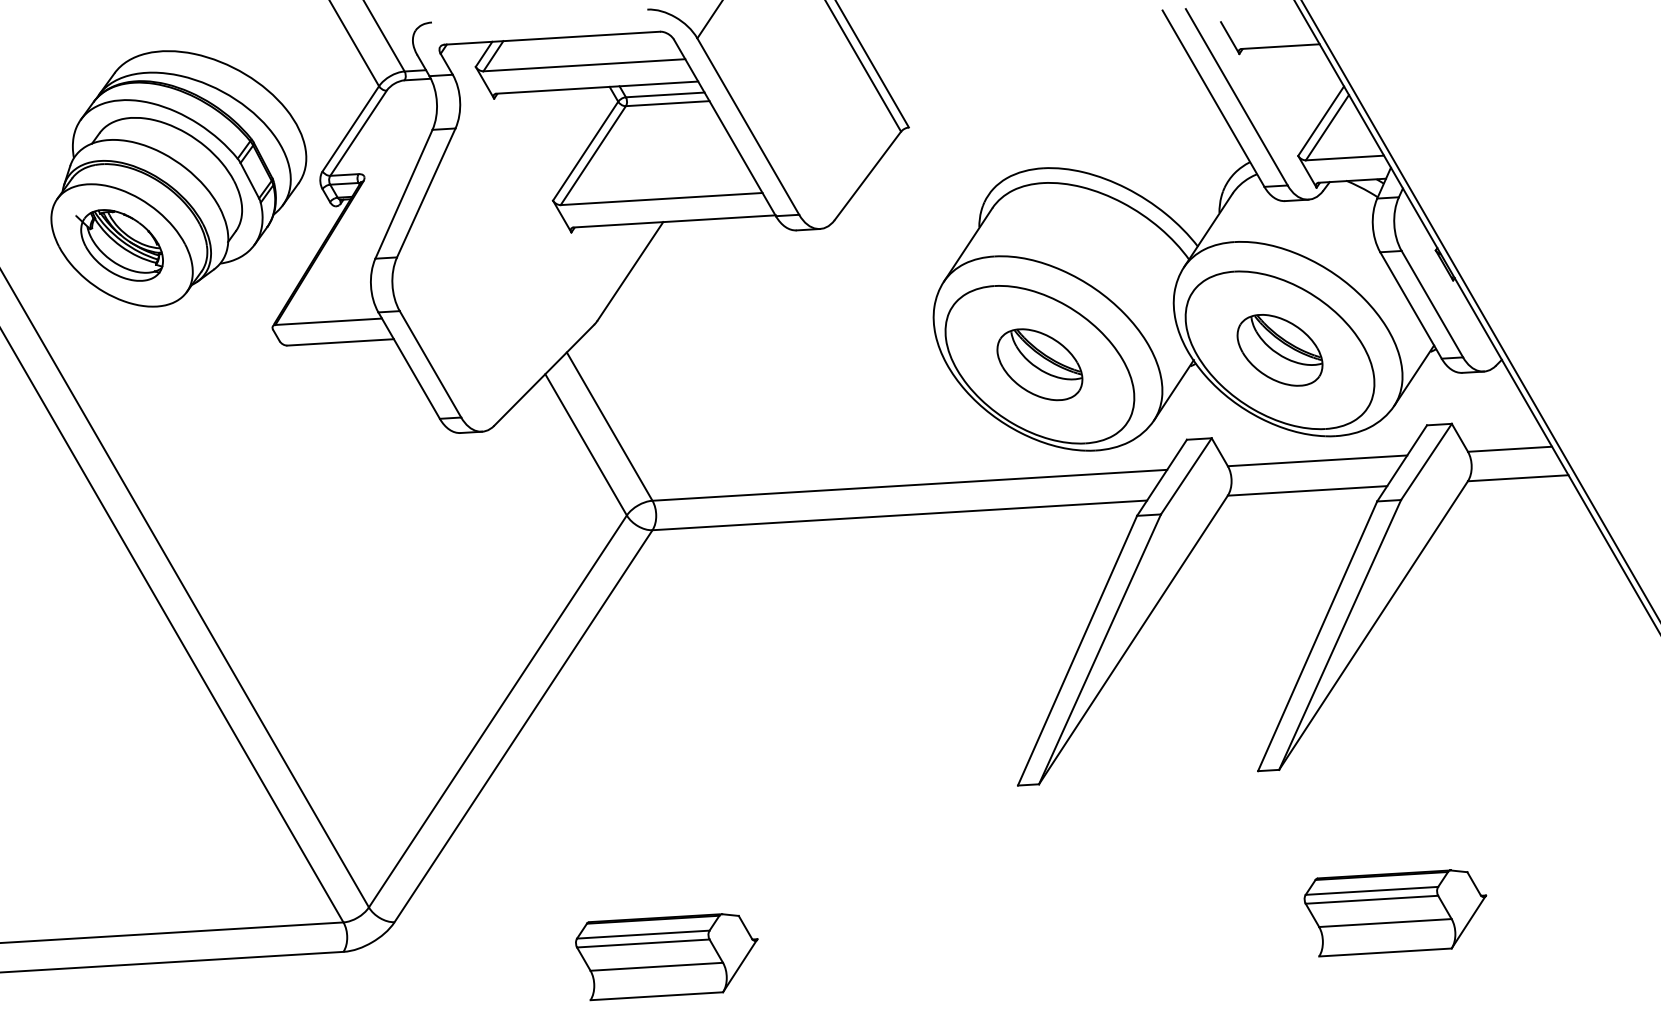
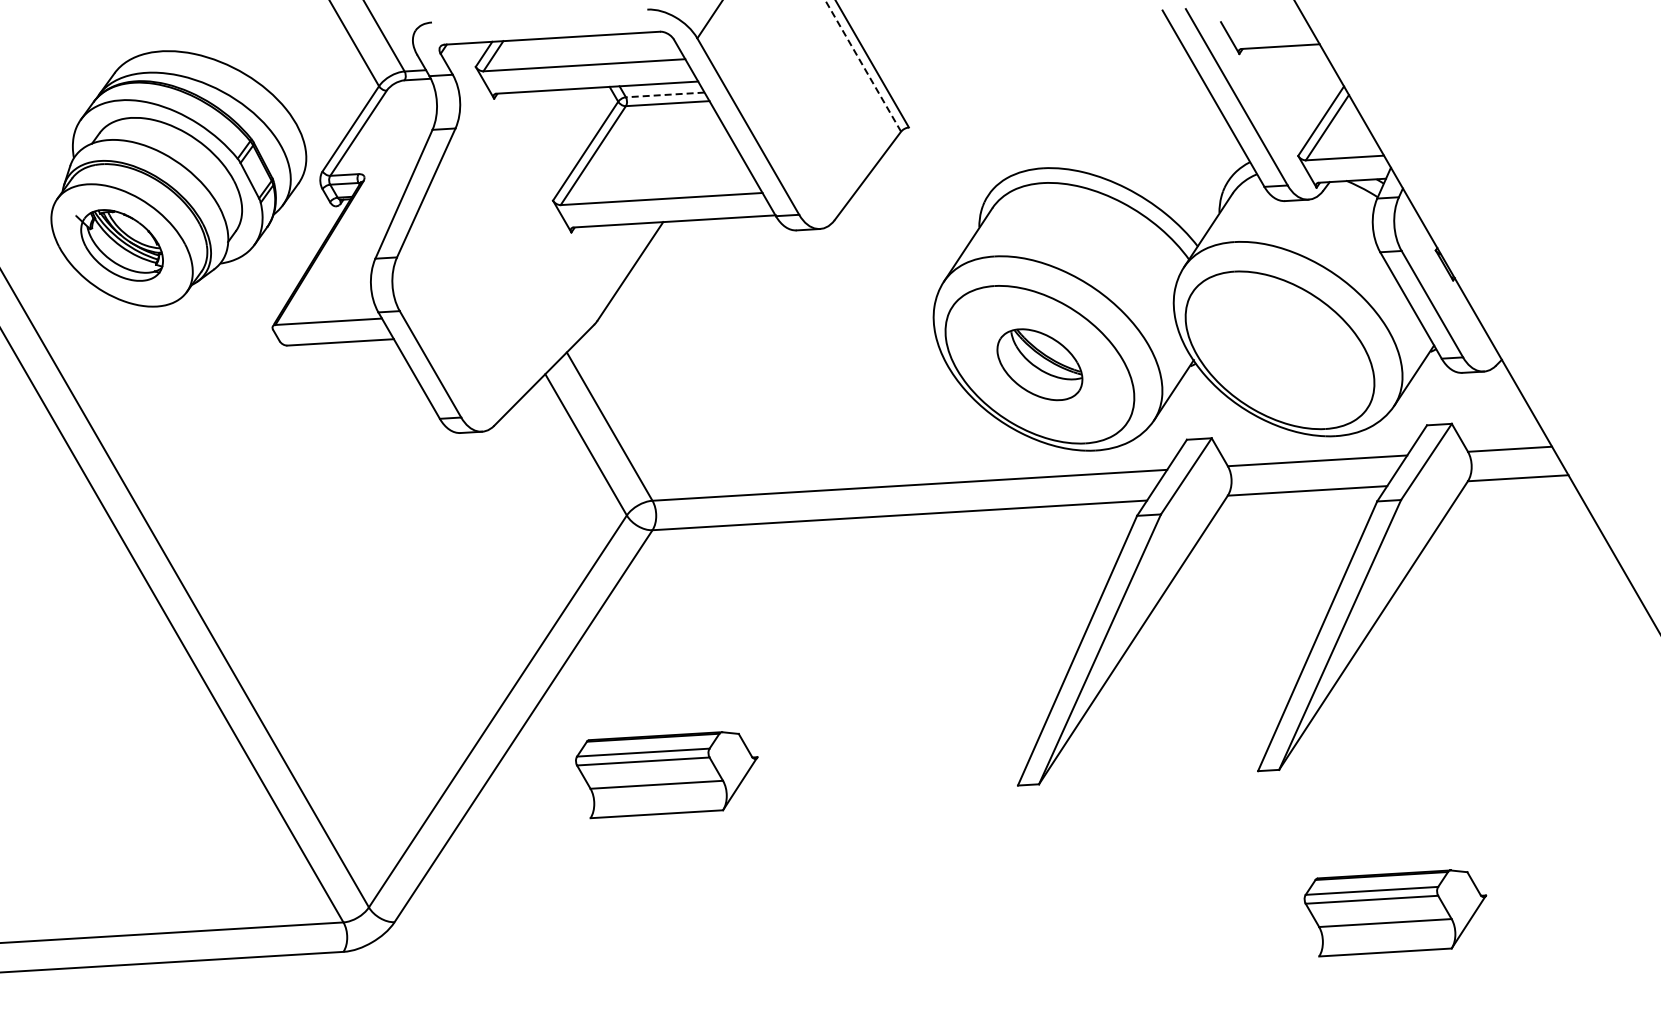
line at (863, 65): solid -> dashed
line at (664, 94): solid -> dashed
line at (1479, 309): present -> none
part at (1279, 350): present -> none
part at (666, 957) position: (666, 957) -> (666, 775)
